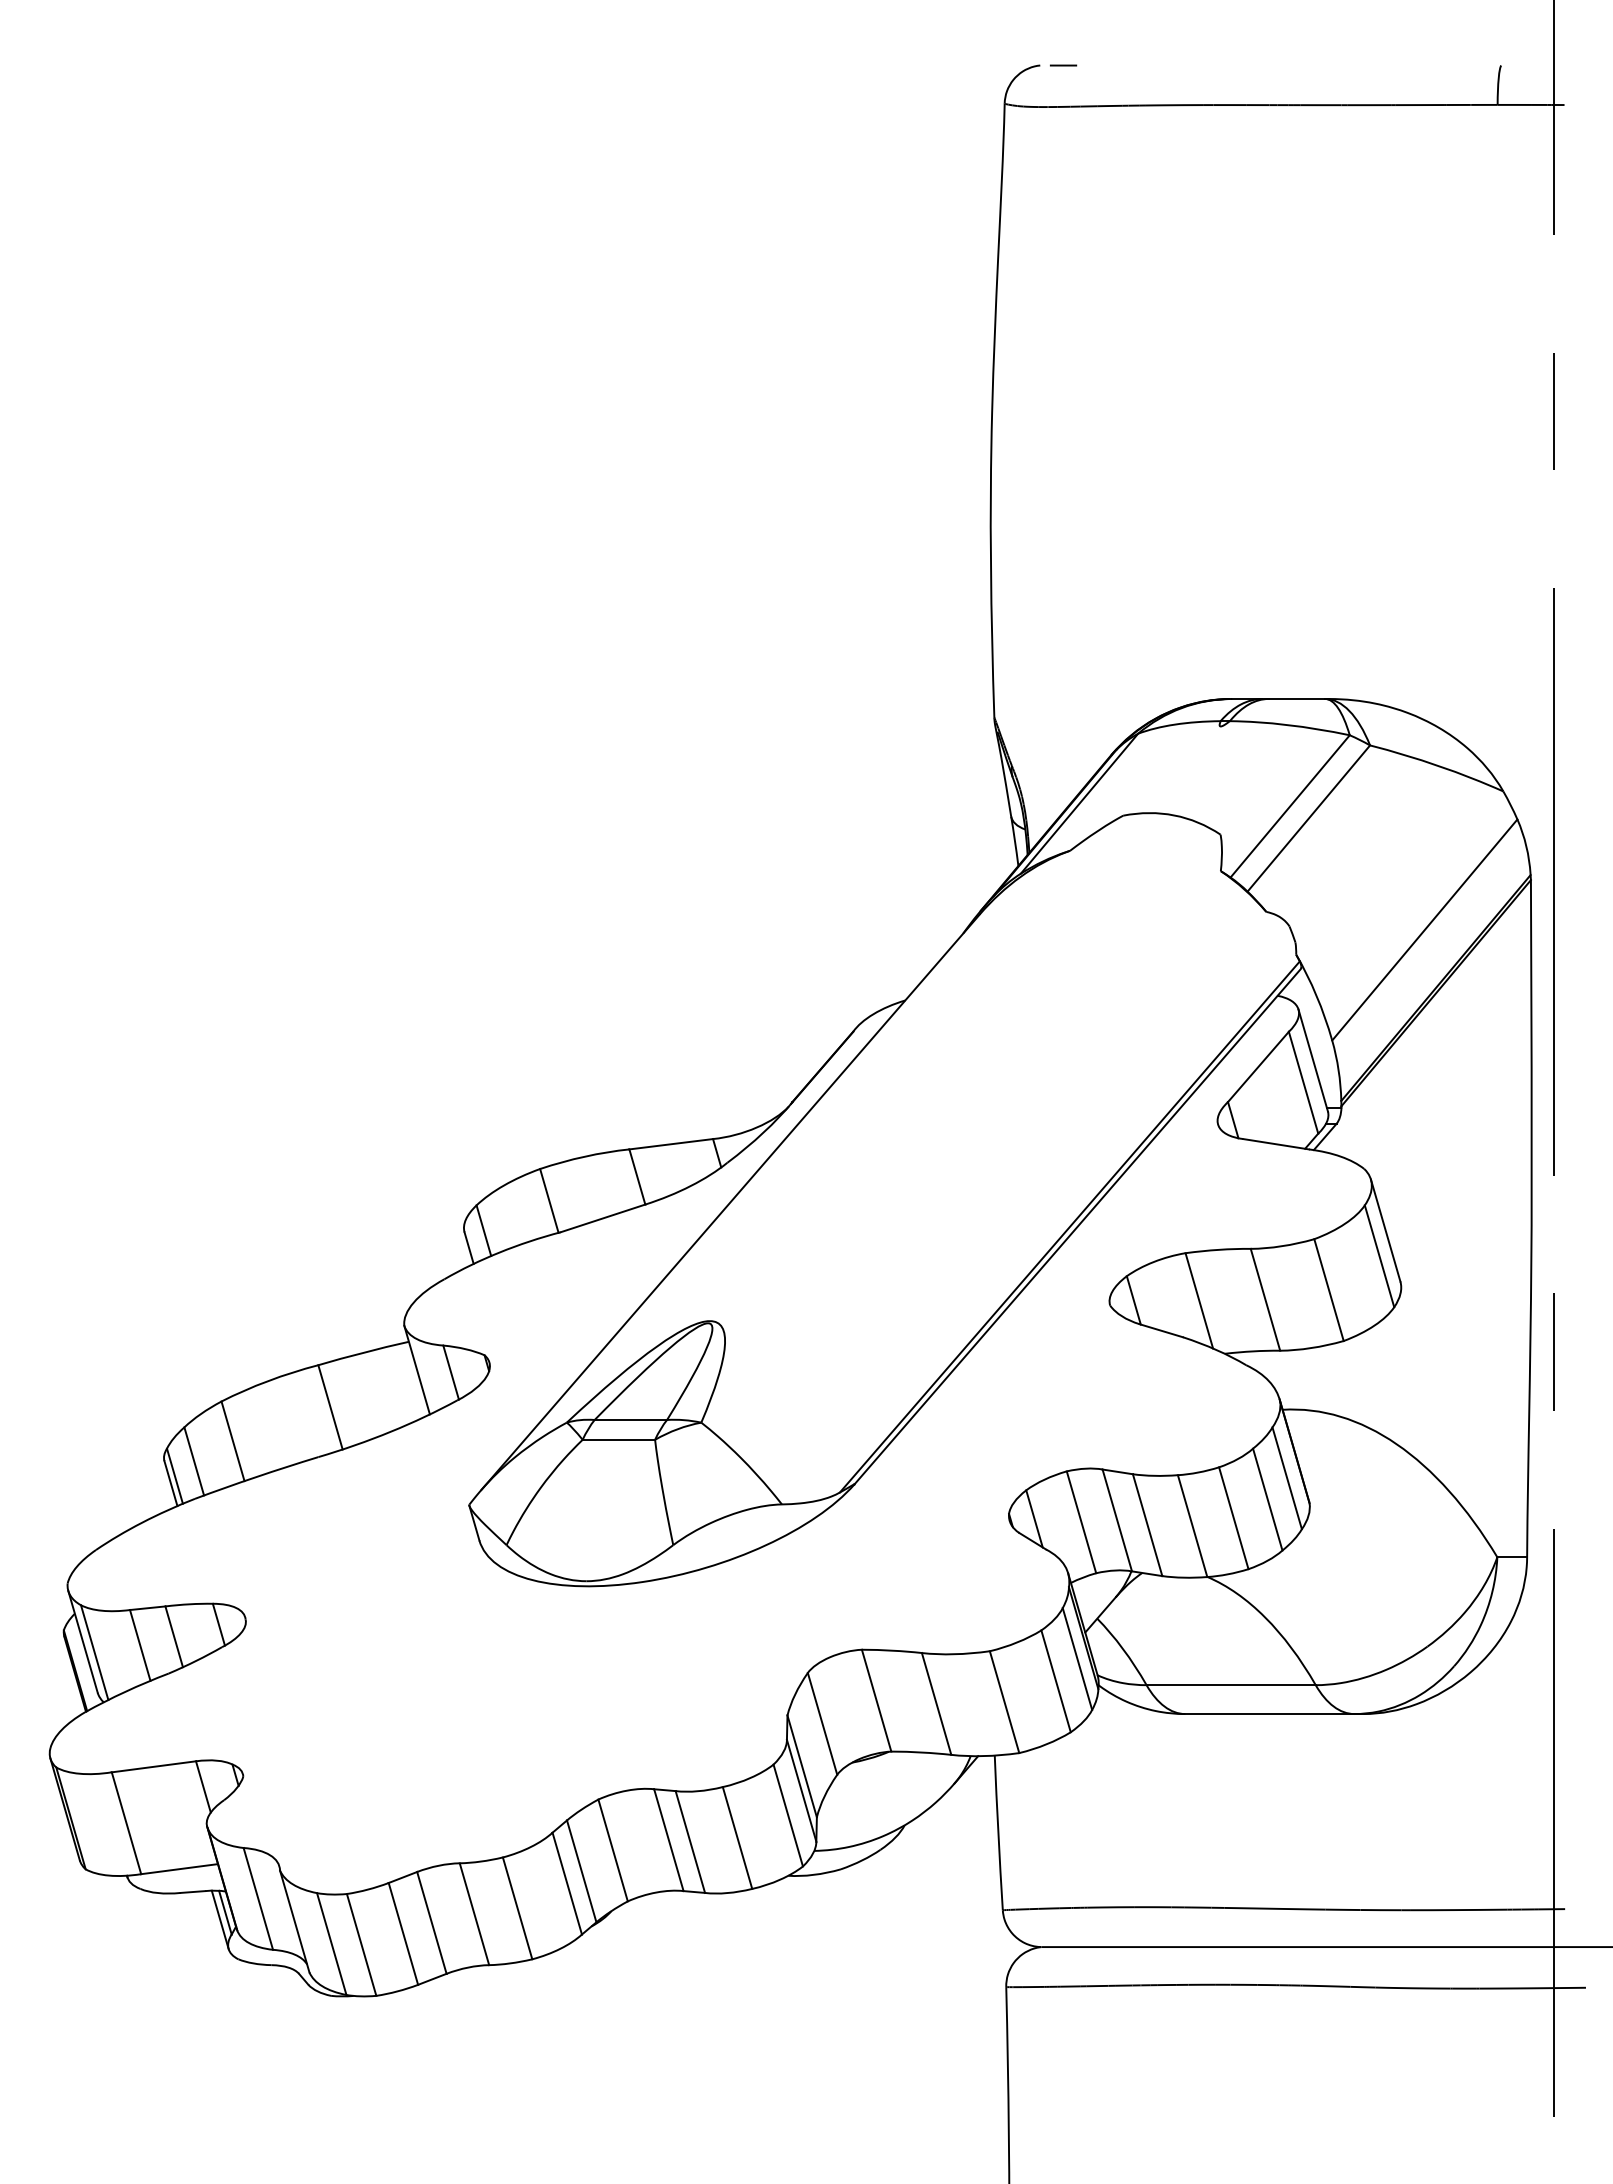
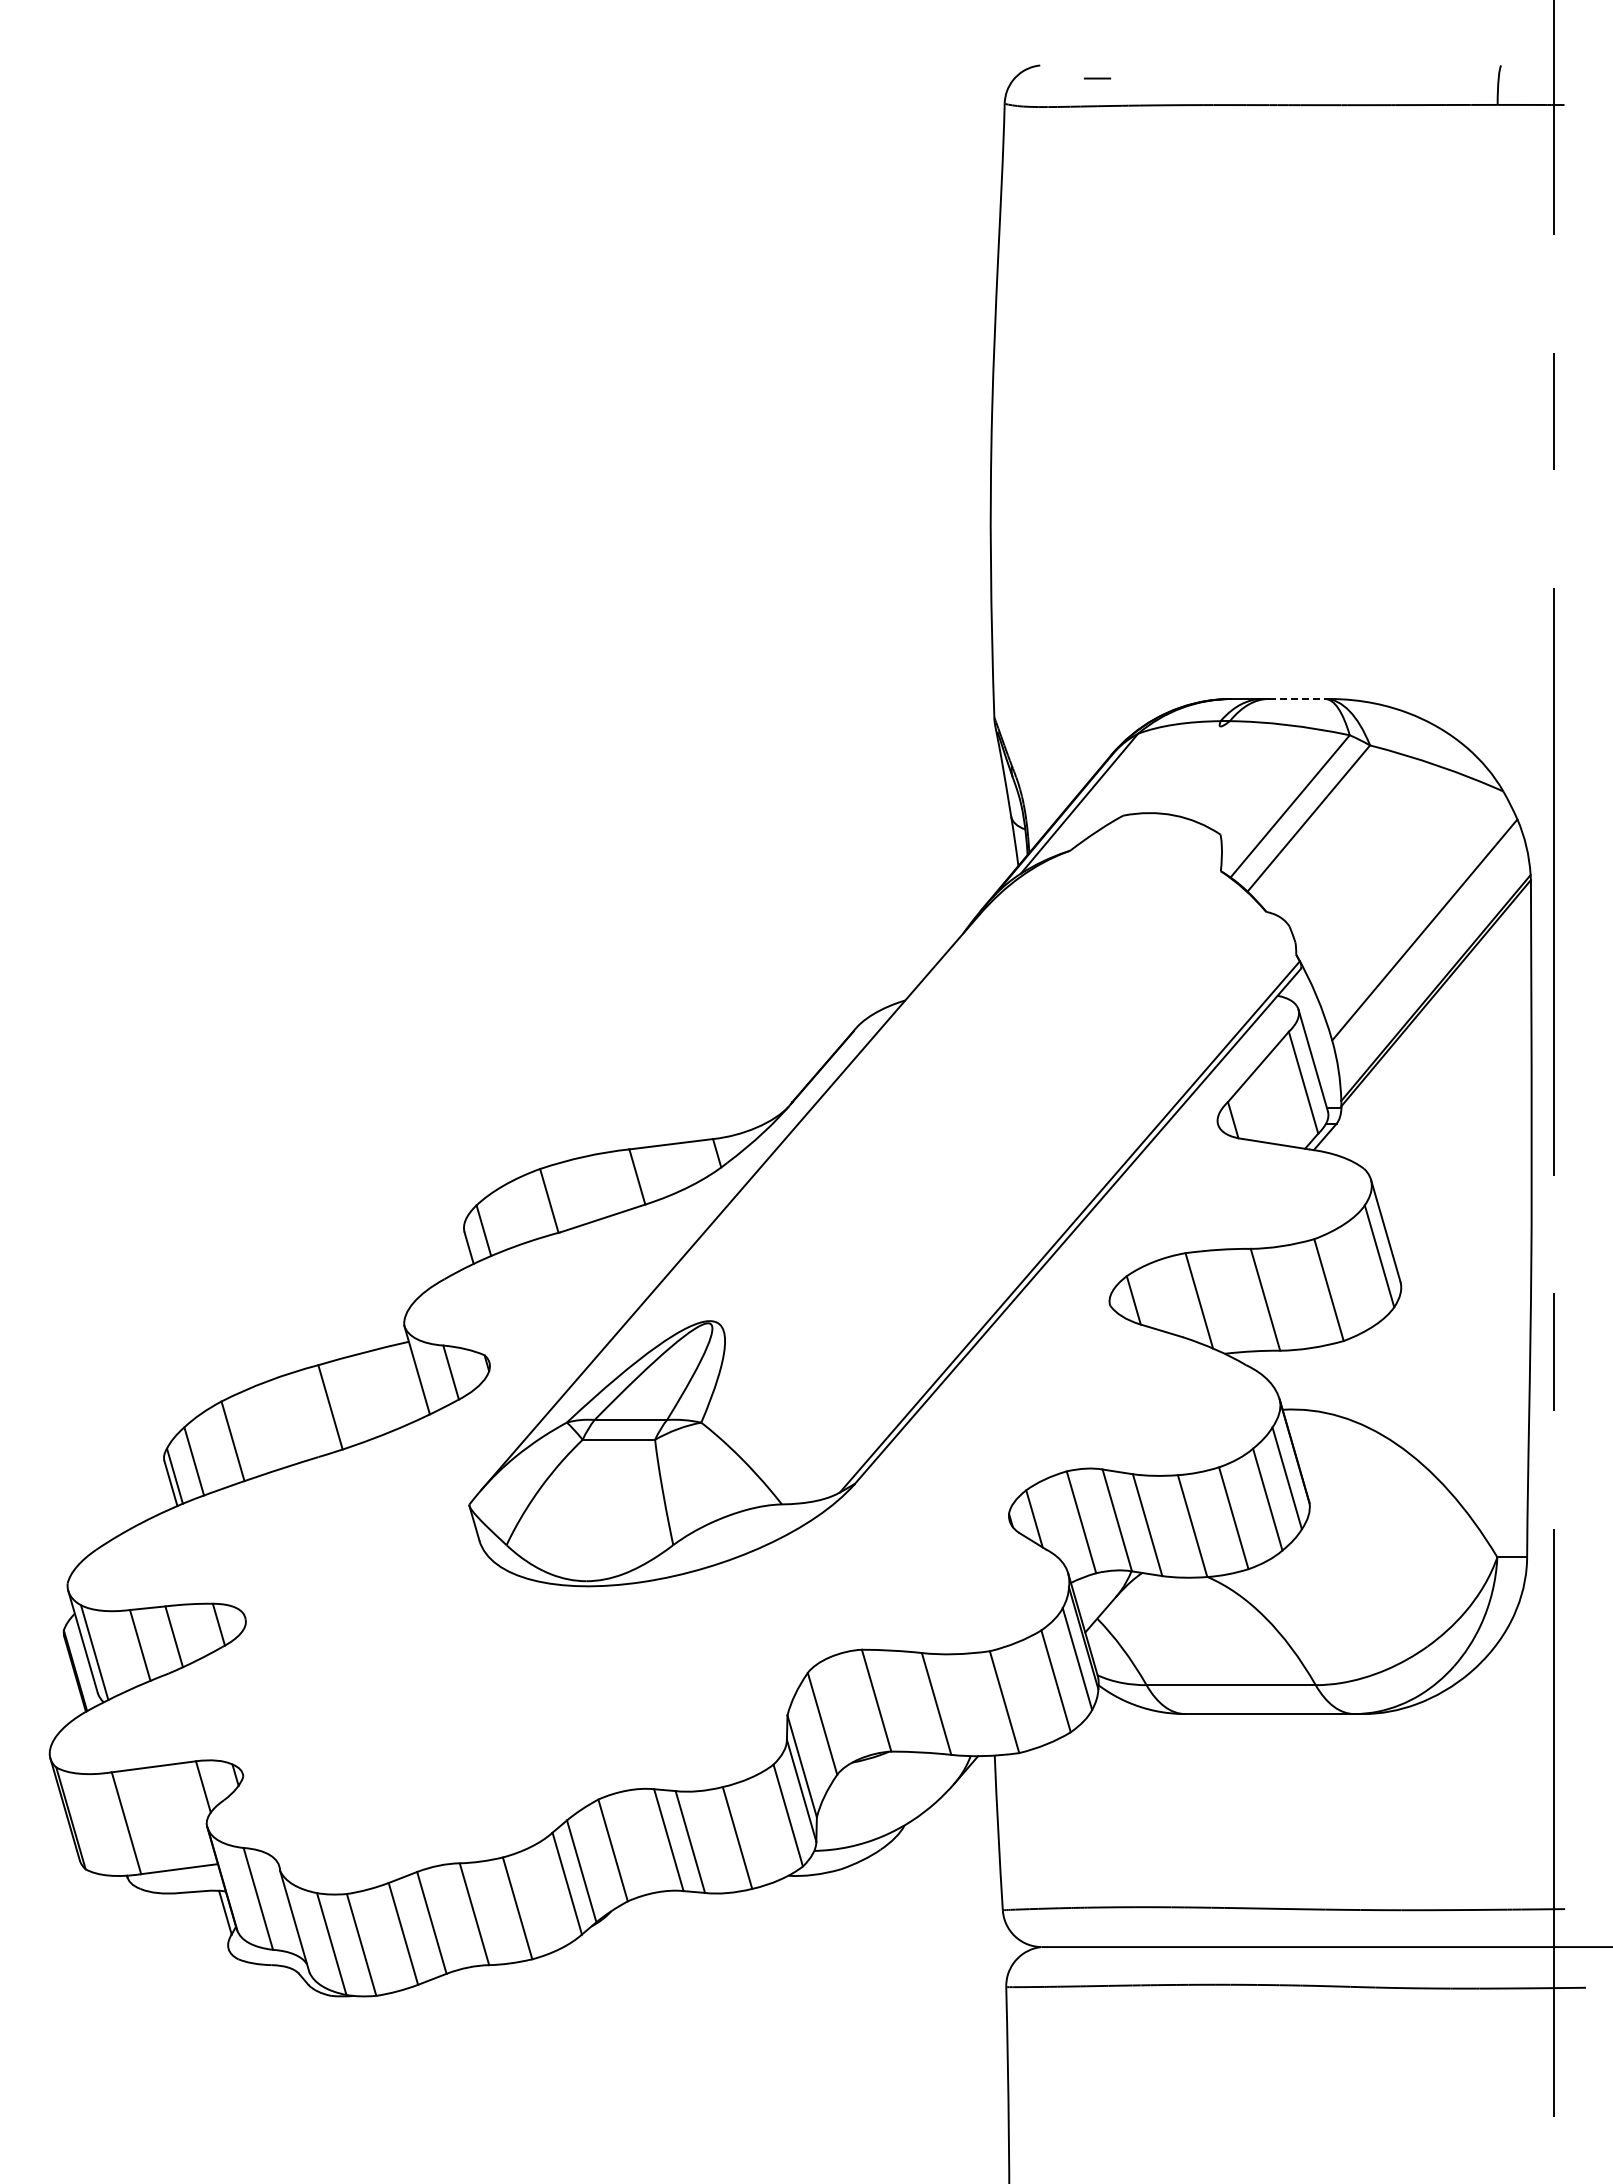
line at (1063, 65) position: (1063, 65) -> (1097, 78)
line at (1297, 699): solid -> dashed
line at (219, 1919): present -> none
